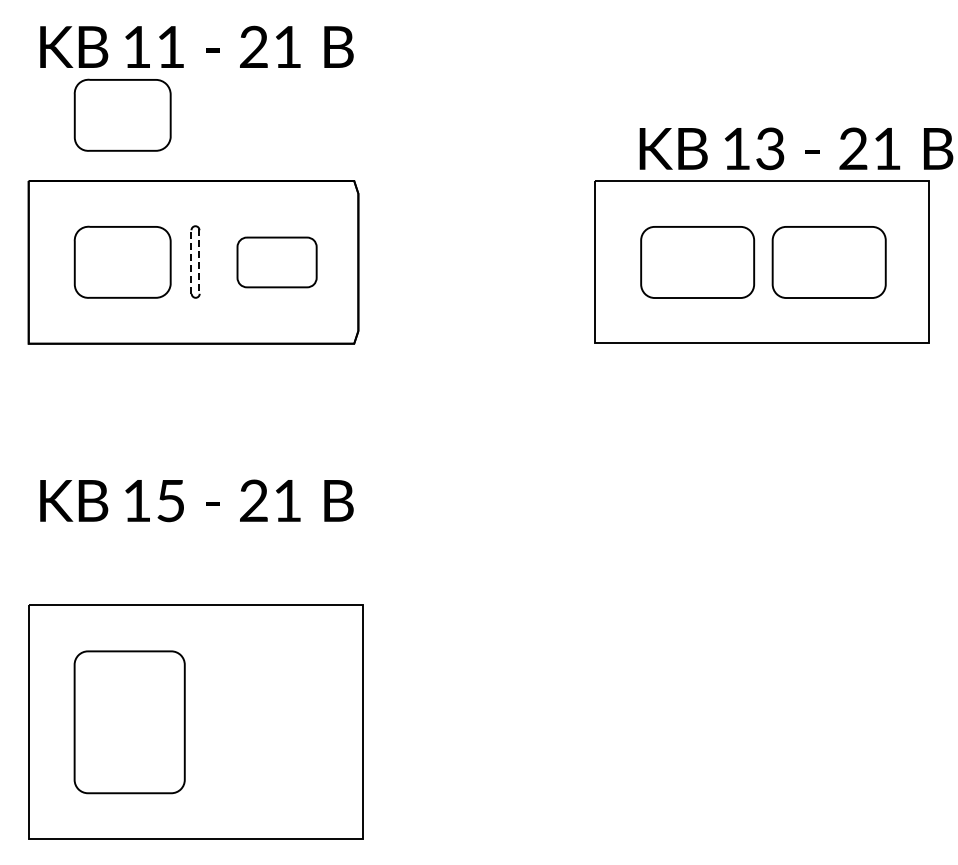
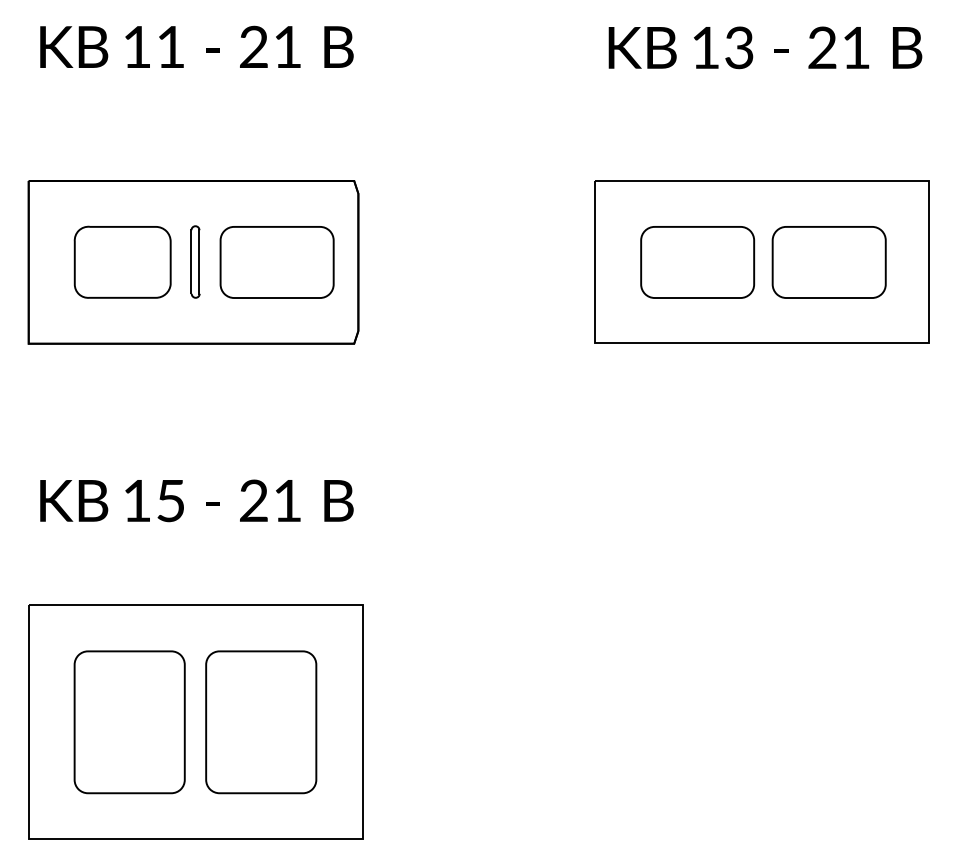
curve at (122, 80): present -> none
text at (796, 148) position: (796, 148) -> (765, 47)
line at (191, 260): dashed -> solid
line at (199, 262): dashed -> solid
part at (276, 262) size: 82x53 px -> 116x73 px
part at (261, 722): none -> present
